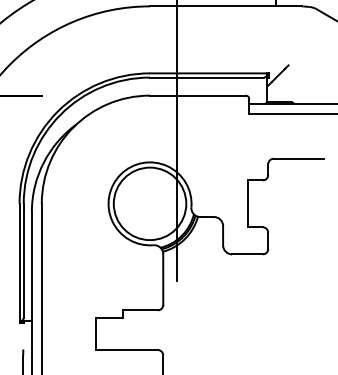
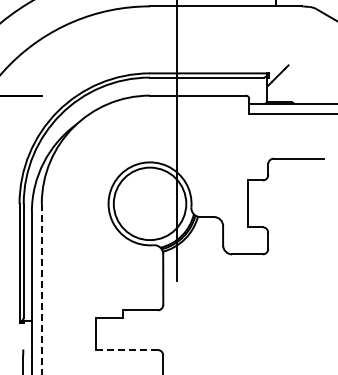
line at (41, 289): solid -> dashed
line at (126, 350): solid -> dashed
